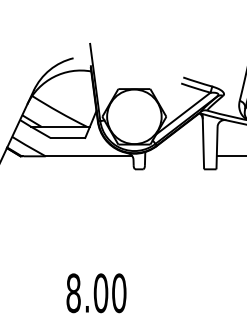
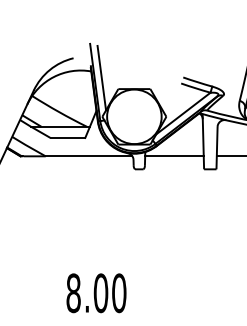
line at (101, 77): none -> present
line at (174, 156): none -> present
